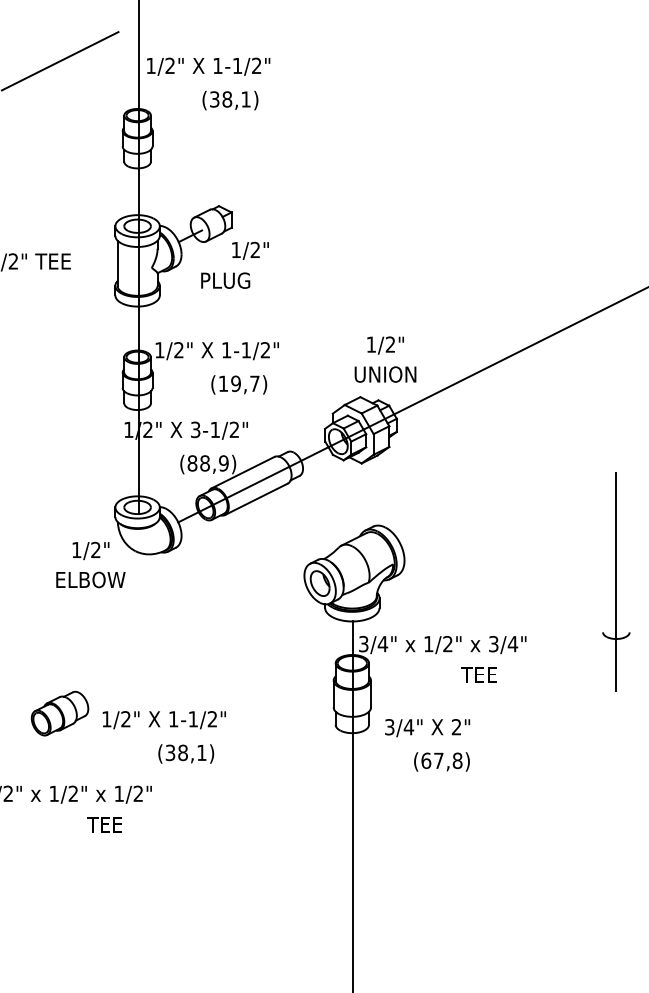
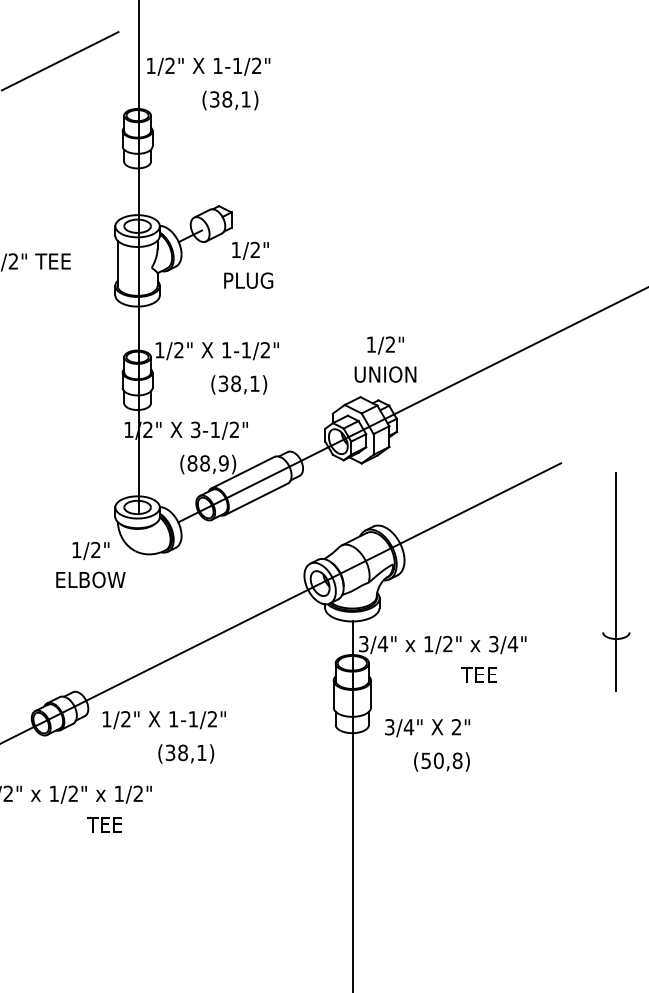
text at (225, 280) position: (225, 280) -> (248, 280)
text at (238, 383): (19,7) -> (38,1)
line at (281, 602): none -> present
text at (432, 760): (67,8) -> (50,8)
